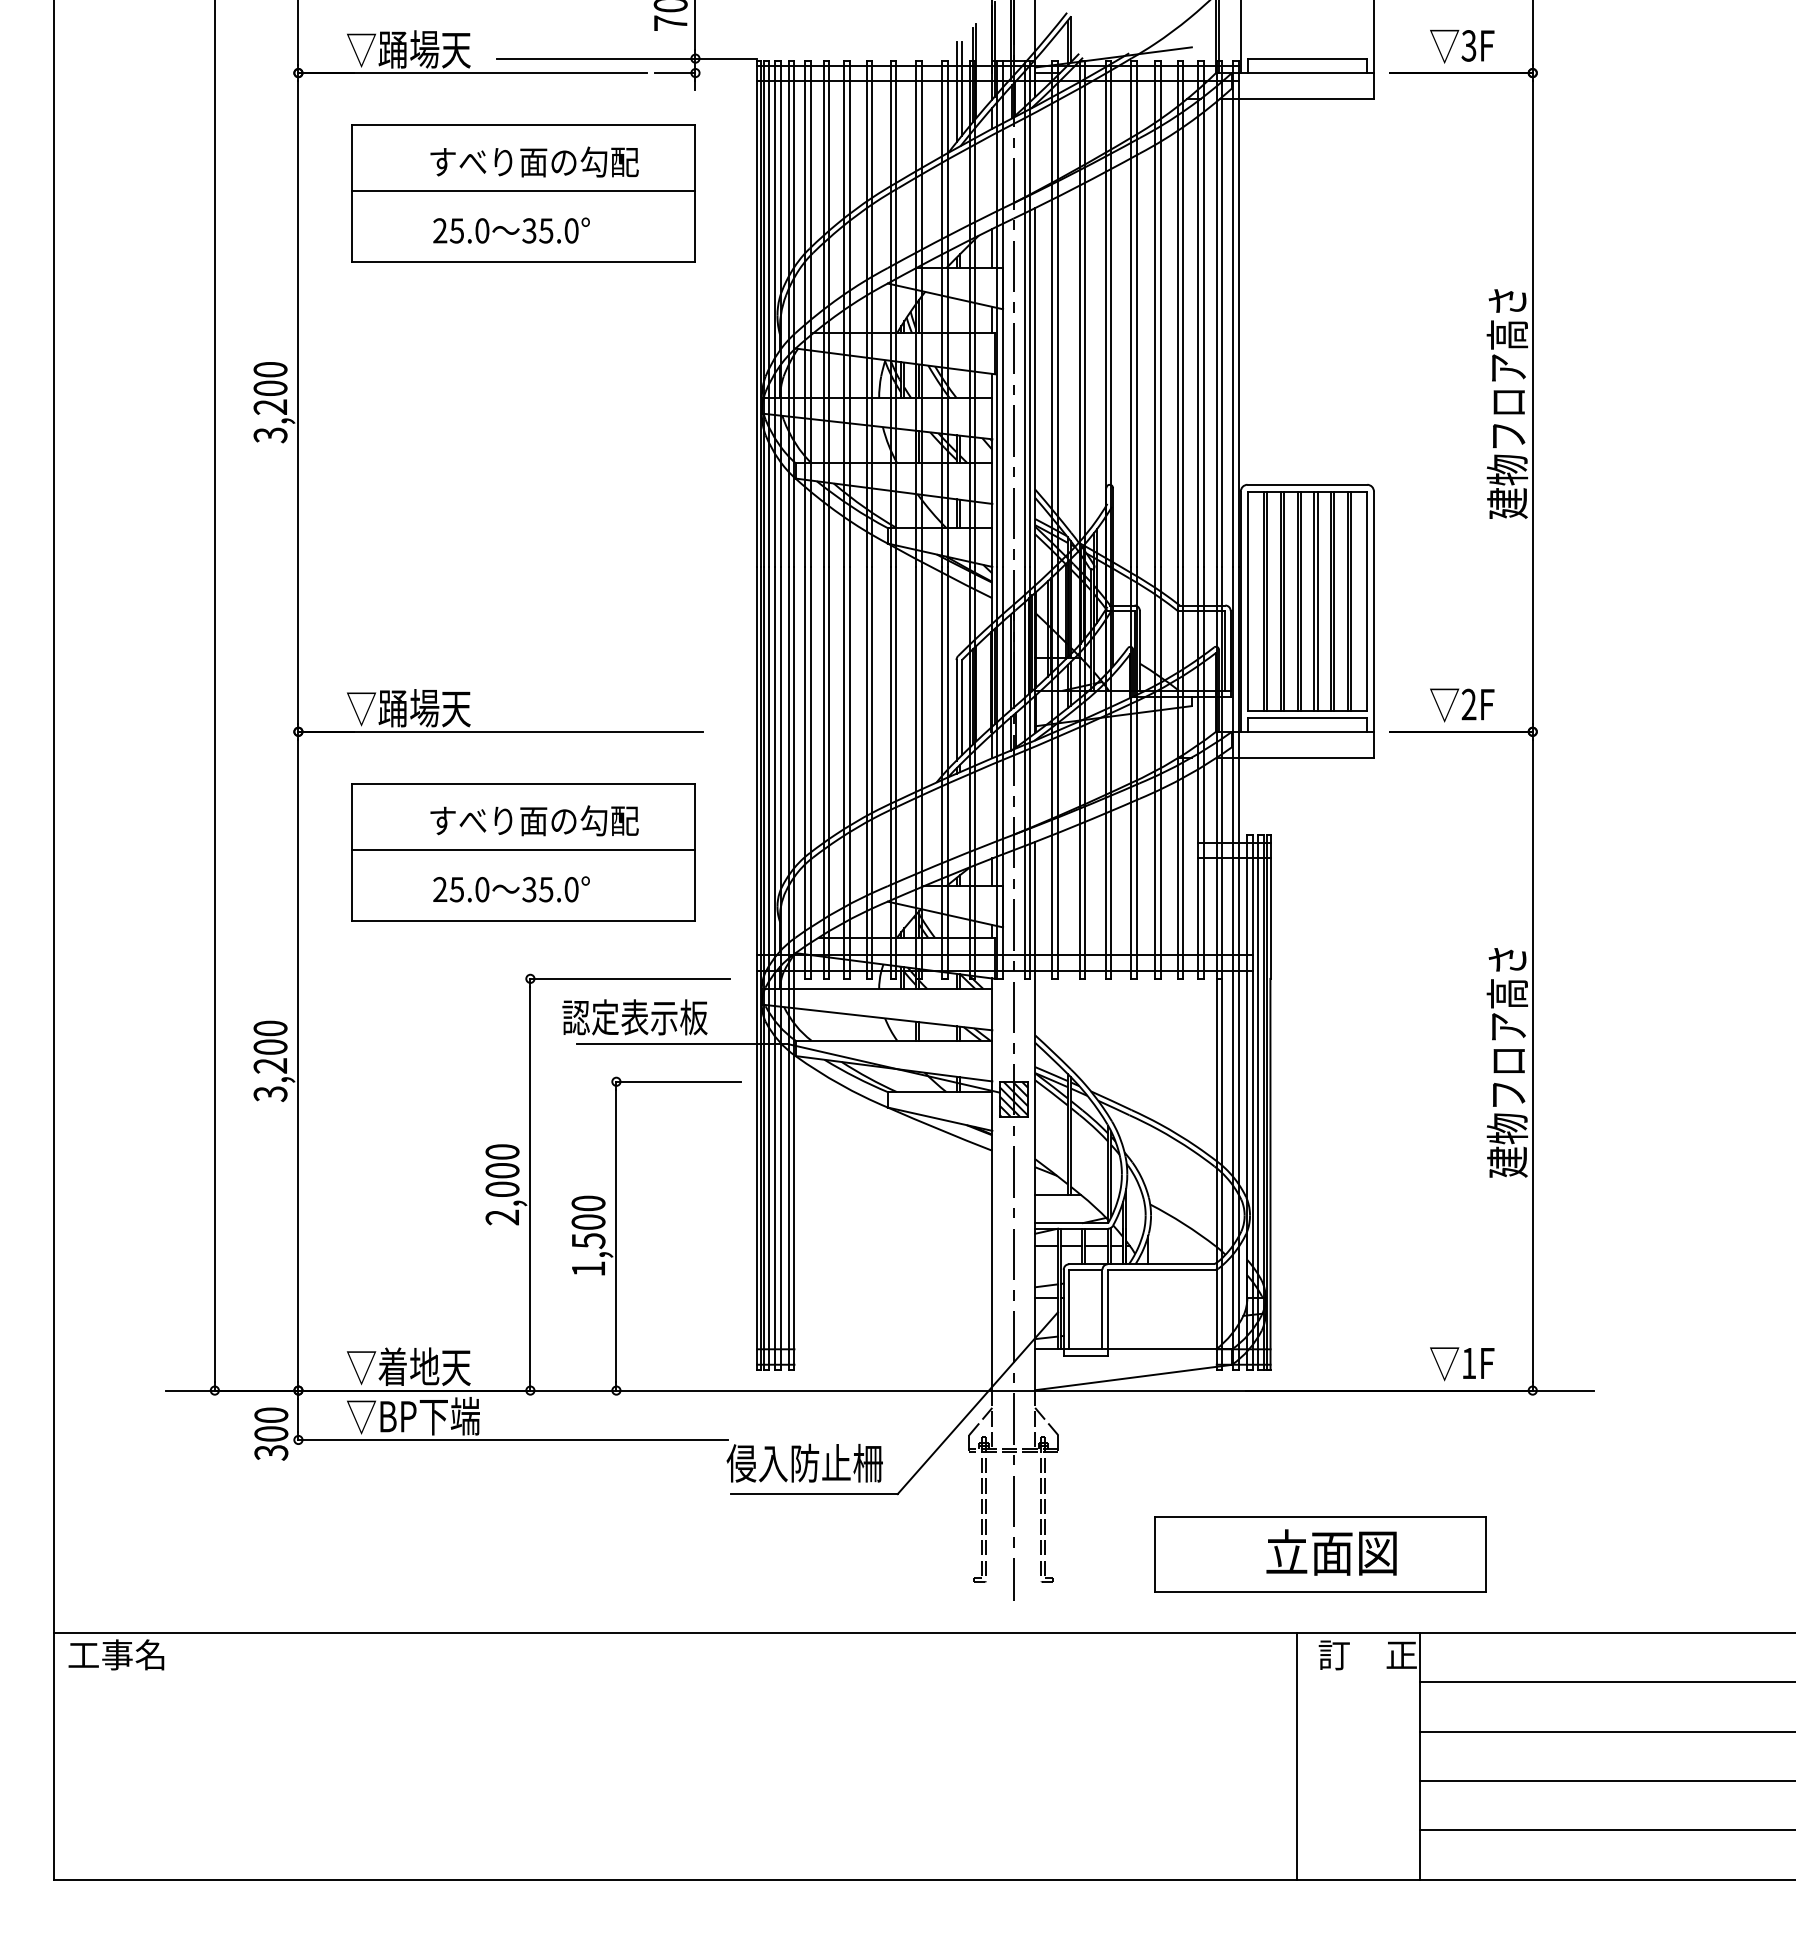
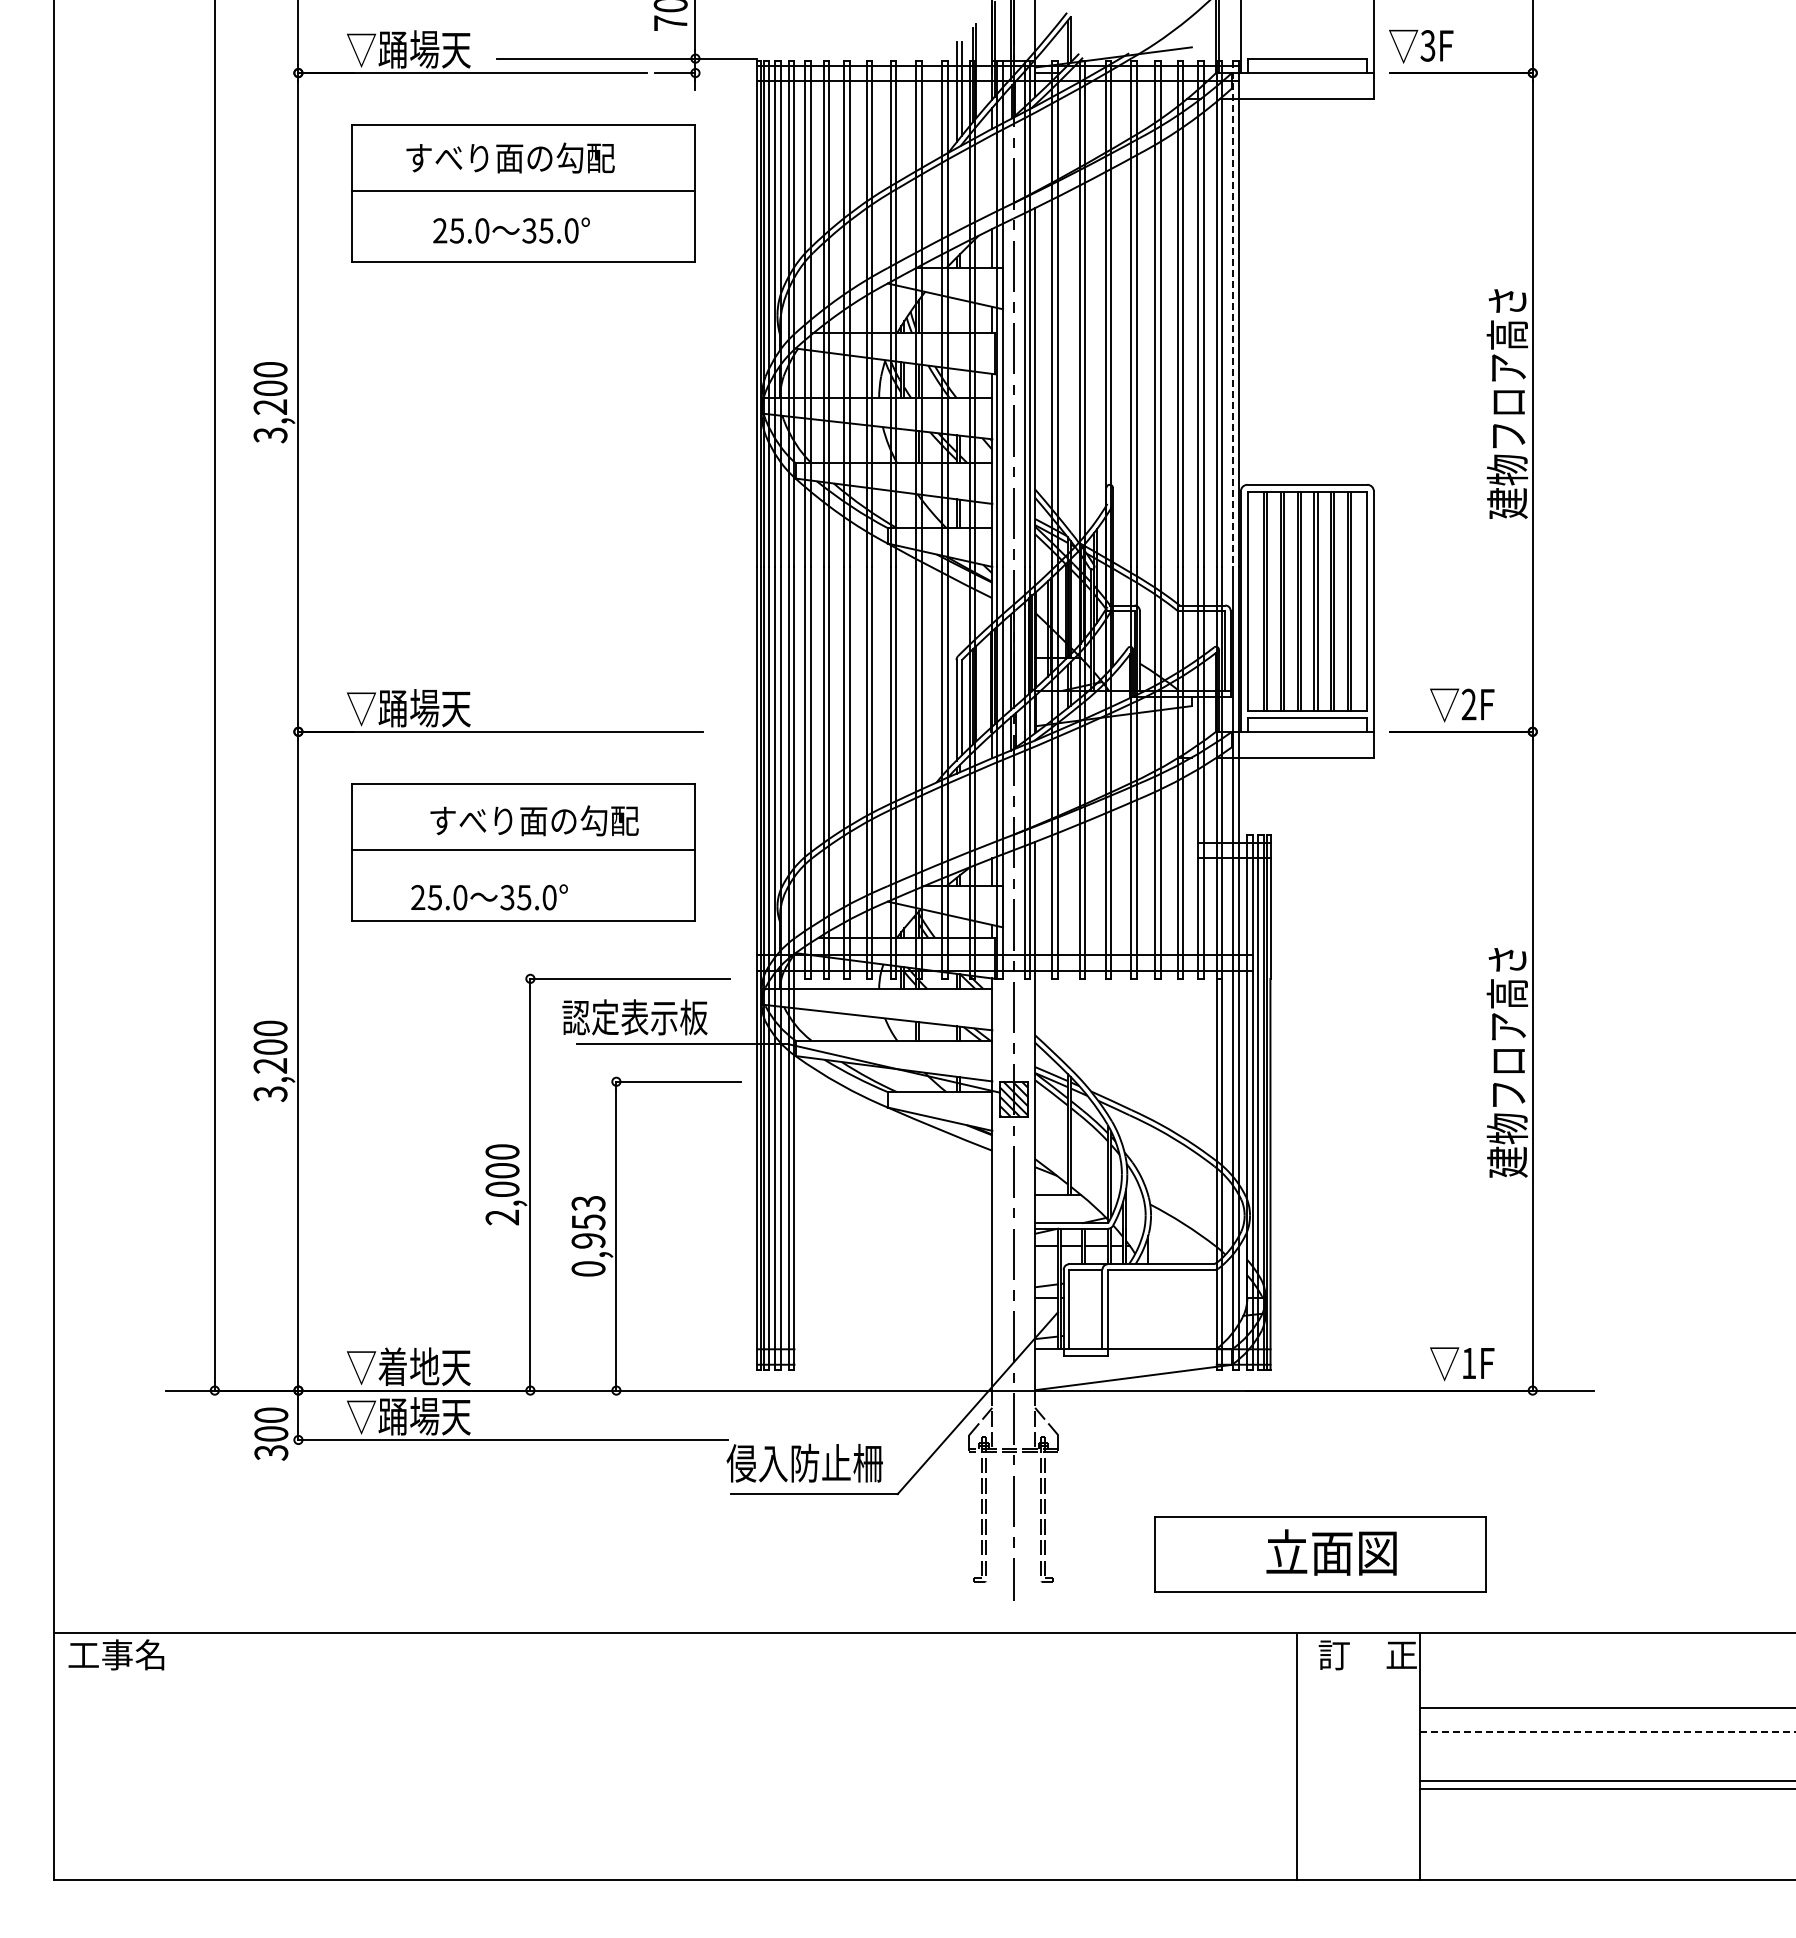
text at (1462, 46) position: (1462, 46) -> (1421, 46)
text at (534, 161) position: (534, 161) -> (510, 157)
line at (1233, 314): solid -> dashed
text at (511, 889) position: (511, 889) -> (489, 897)
text at (588, 1235): 1,500 -> 0,953
text at (428, 1416): ▽BP下端 -> ▽踊場天
line at (1606, 1682) position: (1606, 1682) -> (1606, 1708)
line at (1608, 1731): solid -> dashed
line at (1606, 1830) position: (1606, 1830) -> (1606, 1789)
